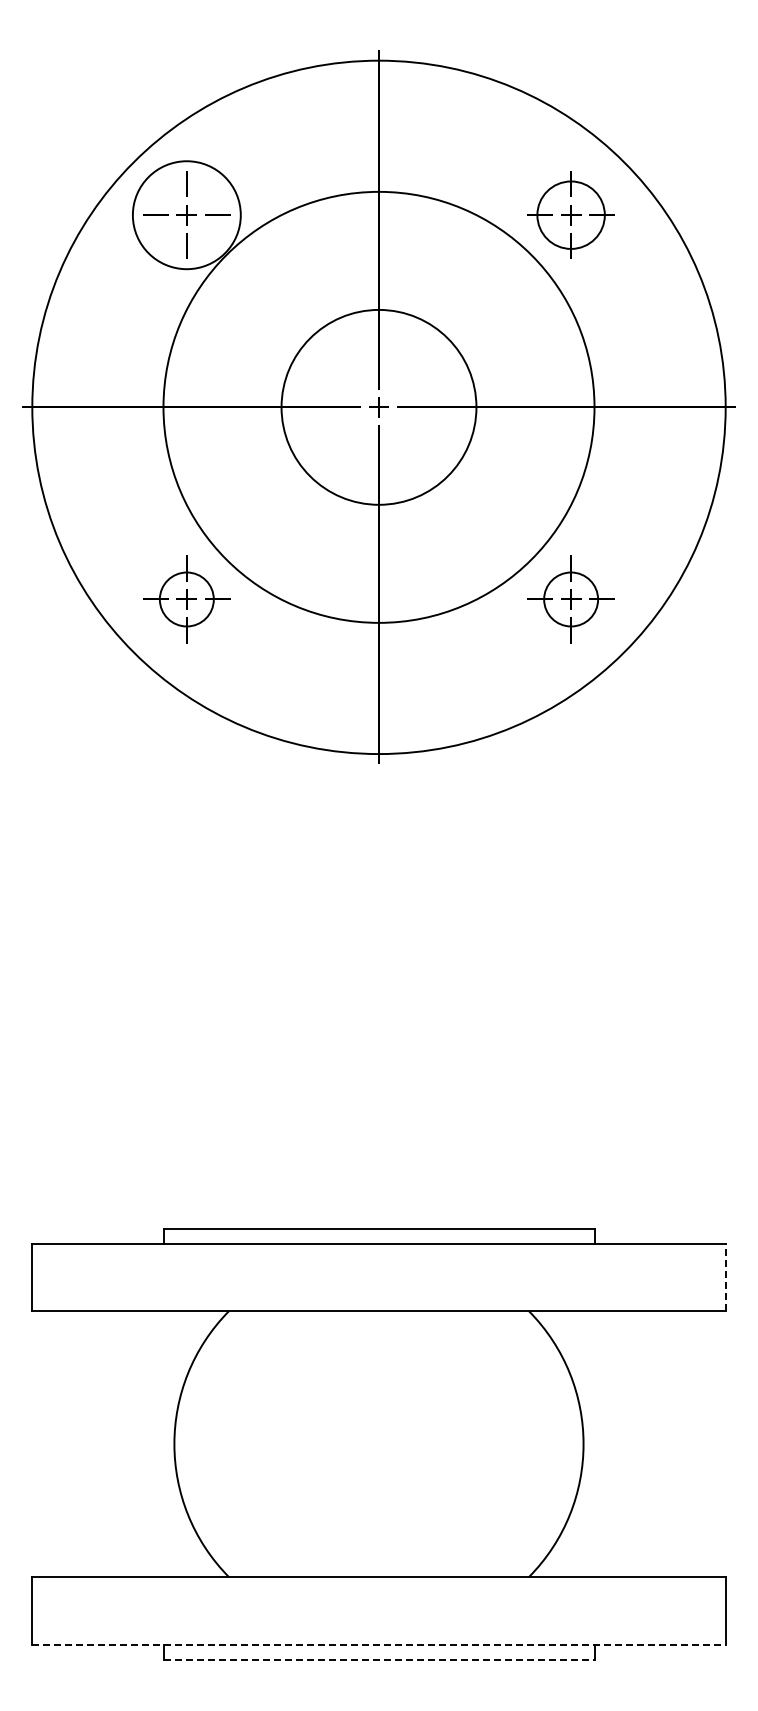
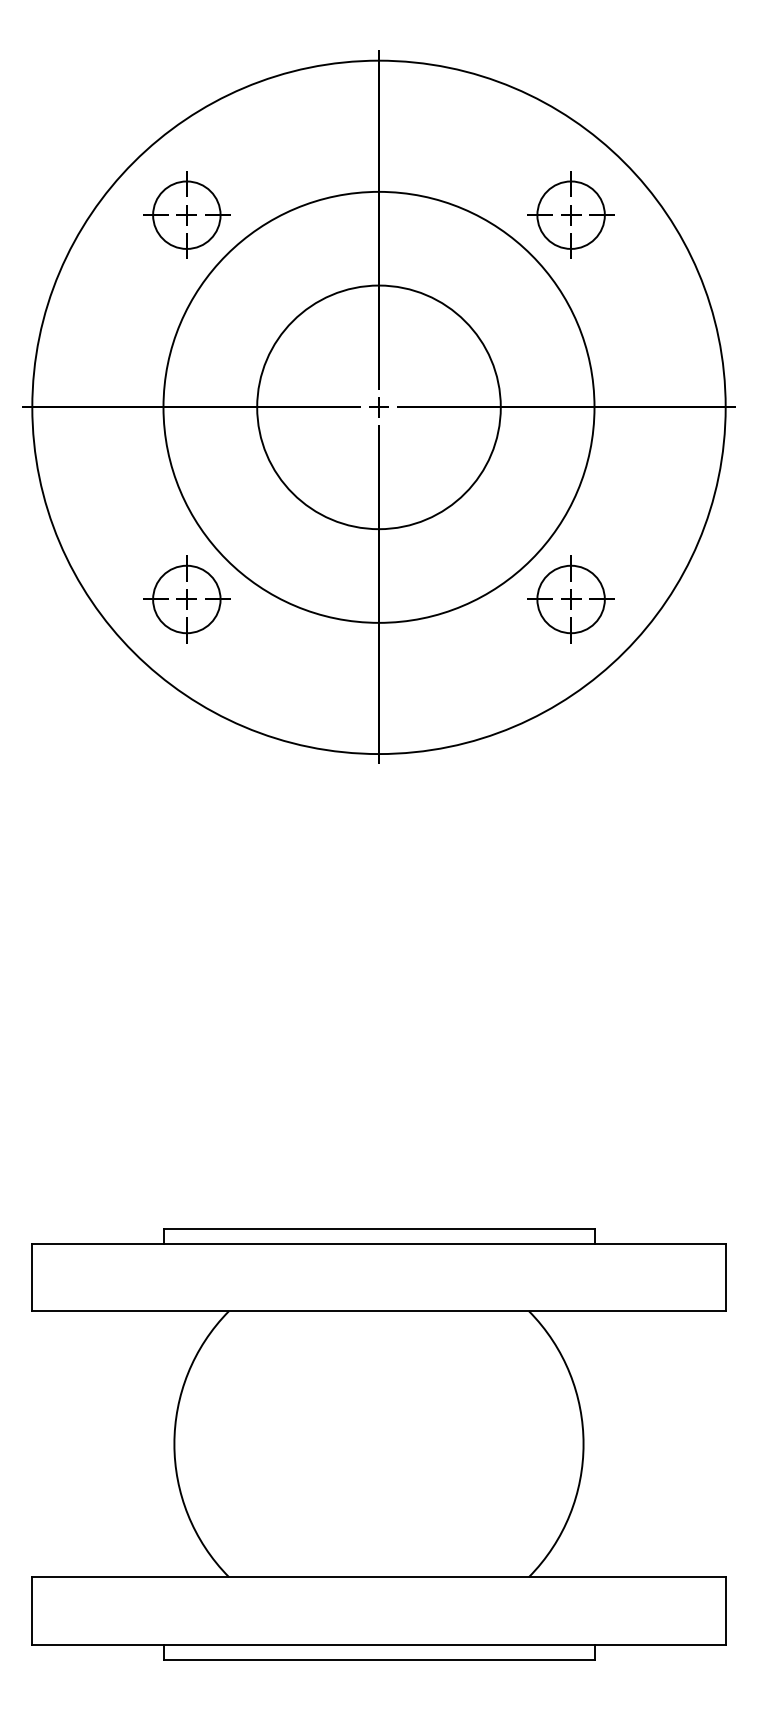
circle at (186, 215) diameter: 108 px -> 67 px
circle at (378, 406) diameter: 195 px -> 244 px
circle at (186, 599) diameter: 54 px -> 67 px
circle at (571, 599) diameter: 54 px -> 67 px
line at (725, 1277): dashed -> solid
line at (379, 1644): dashed -> solid
line at (379, 1659): dashed -> solid
